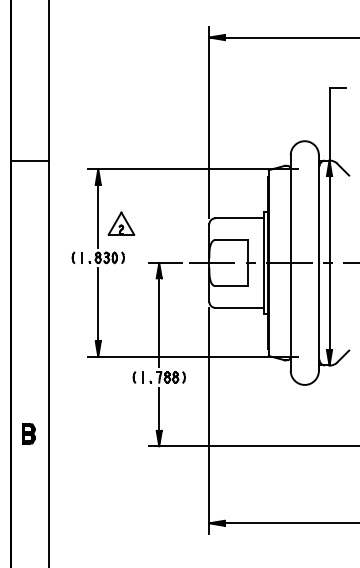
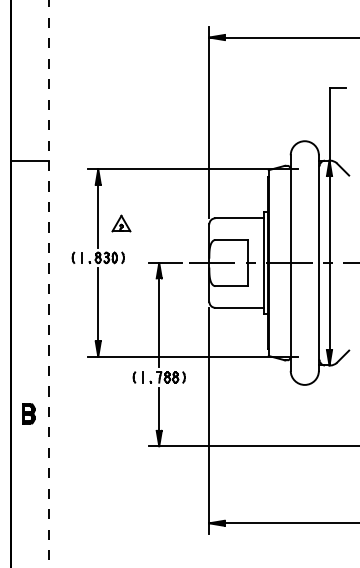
part at (121, 223) size: 29x25 px -> 21x19 px
line at (49, 284): solid -> dashed
part at (28, 433) position: (28, 433) -> (28, 413)
